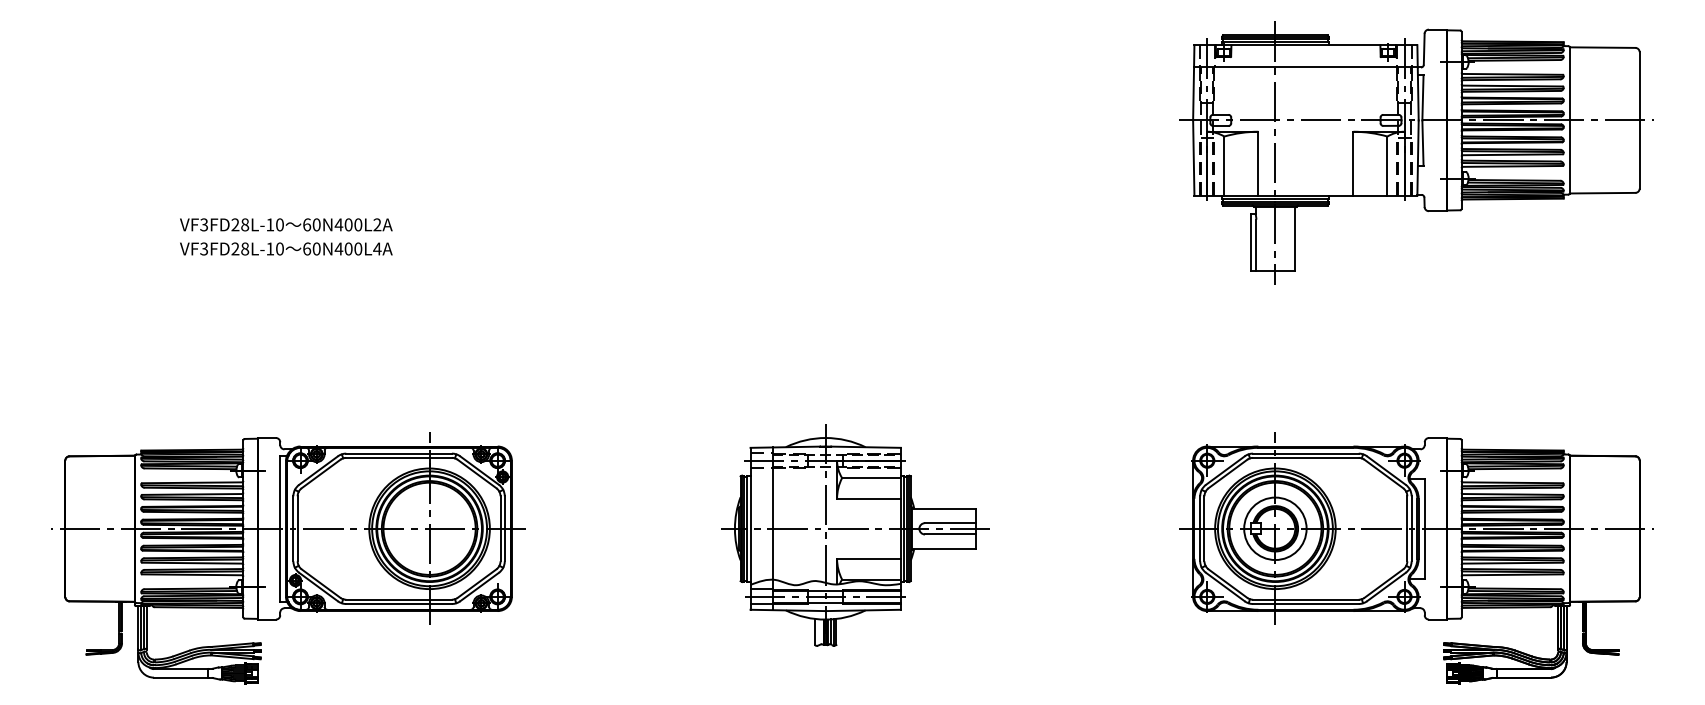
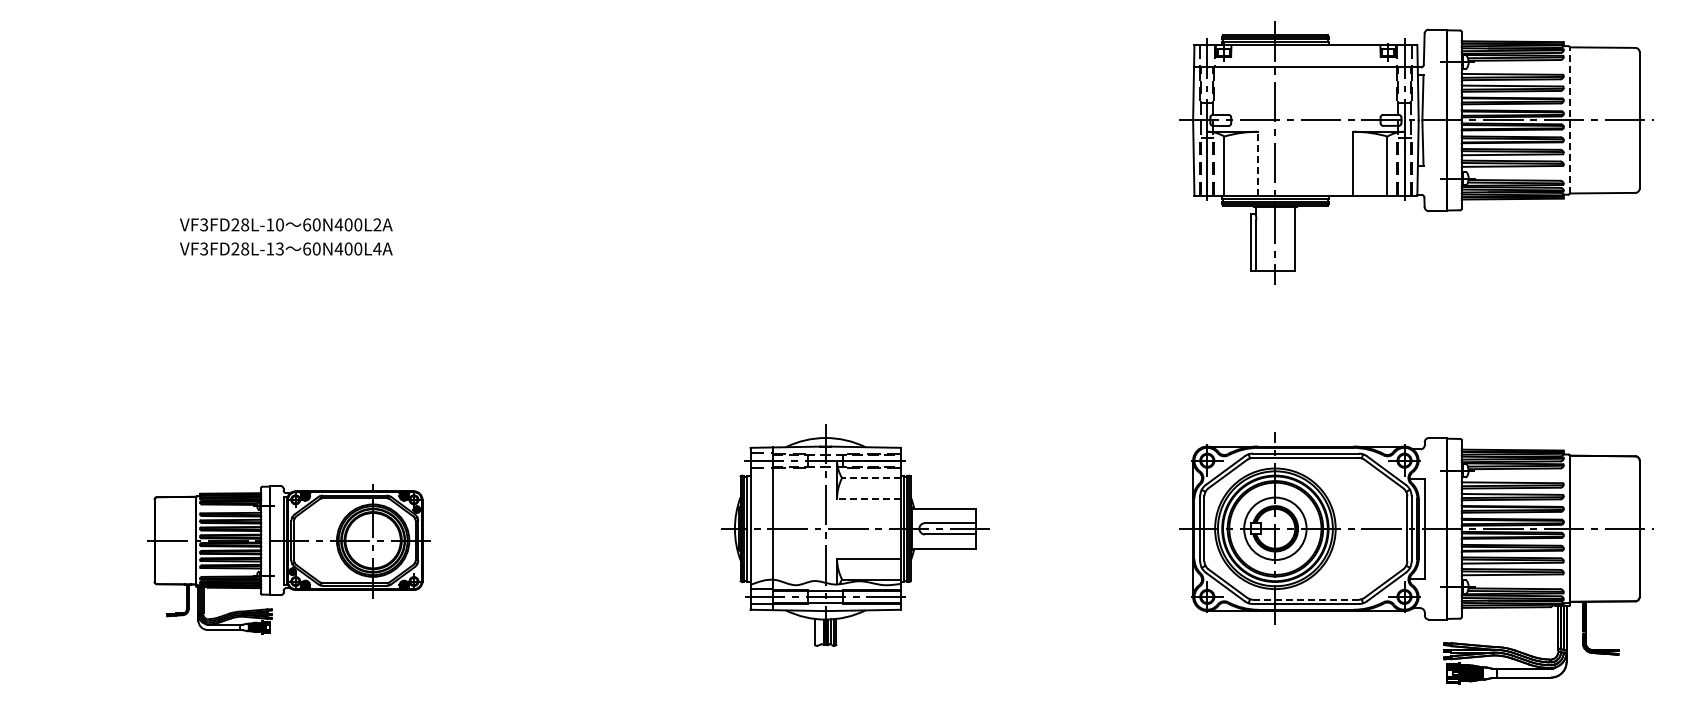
line at (1570, 119): solid -> dashed
line at (1258, 163): solid -> dashed
text at (279, 248): VF3FD28L-10 -> VF3FD28L-13
line at (871, 478): solid -> dashed
line at (869, 498): solid -> dashed
part at (288, 558) size: 475x253 px -> 284x151 px
line at (1305, 599): solid -> dashed
